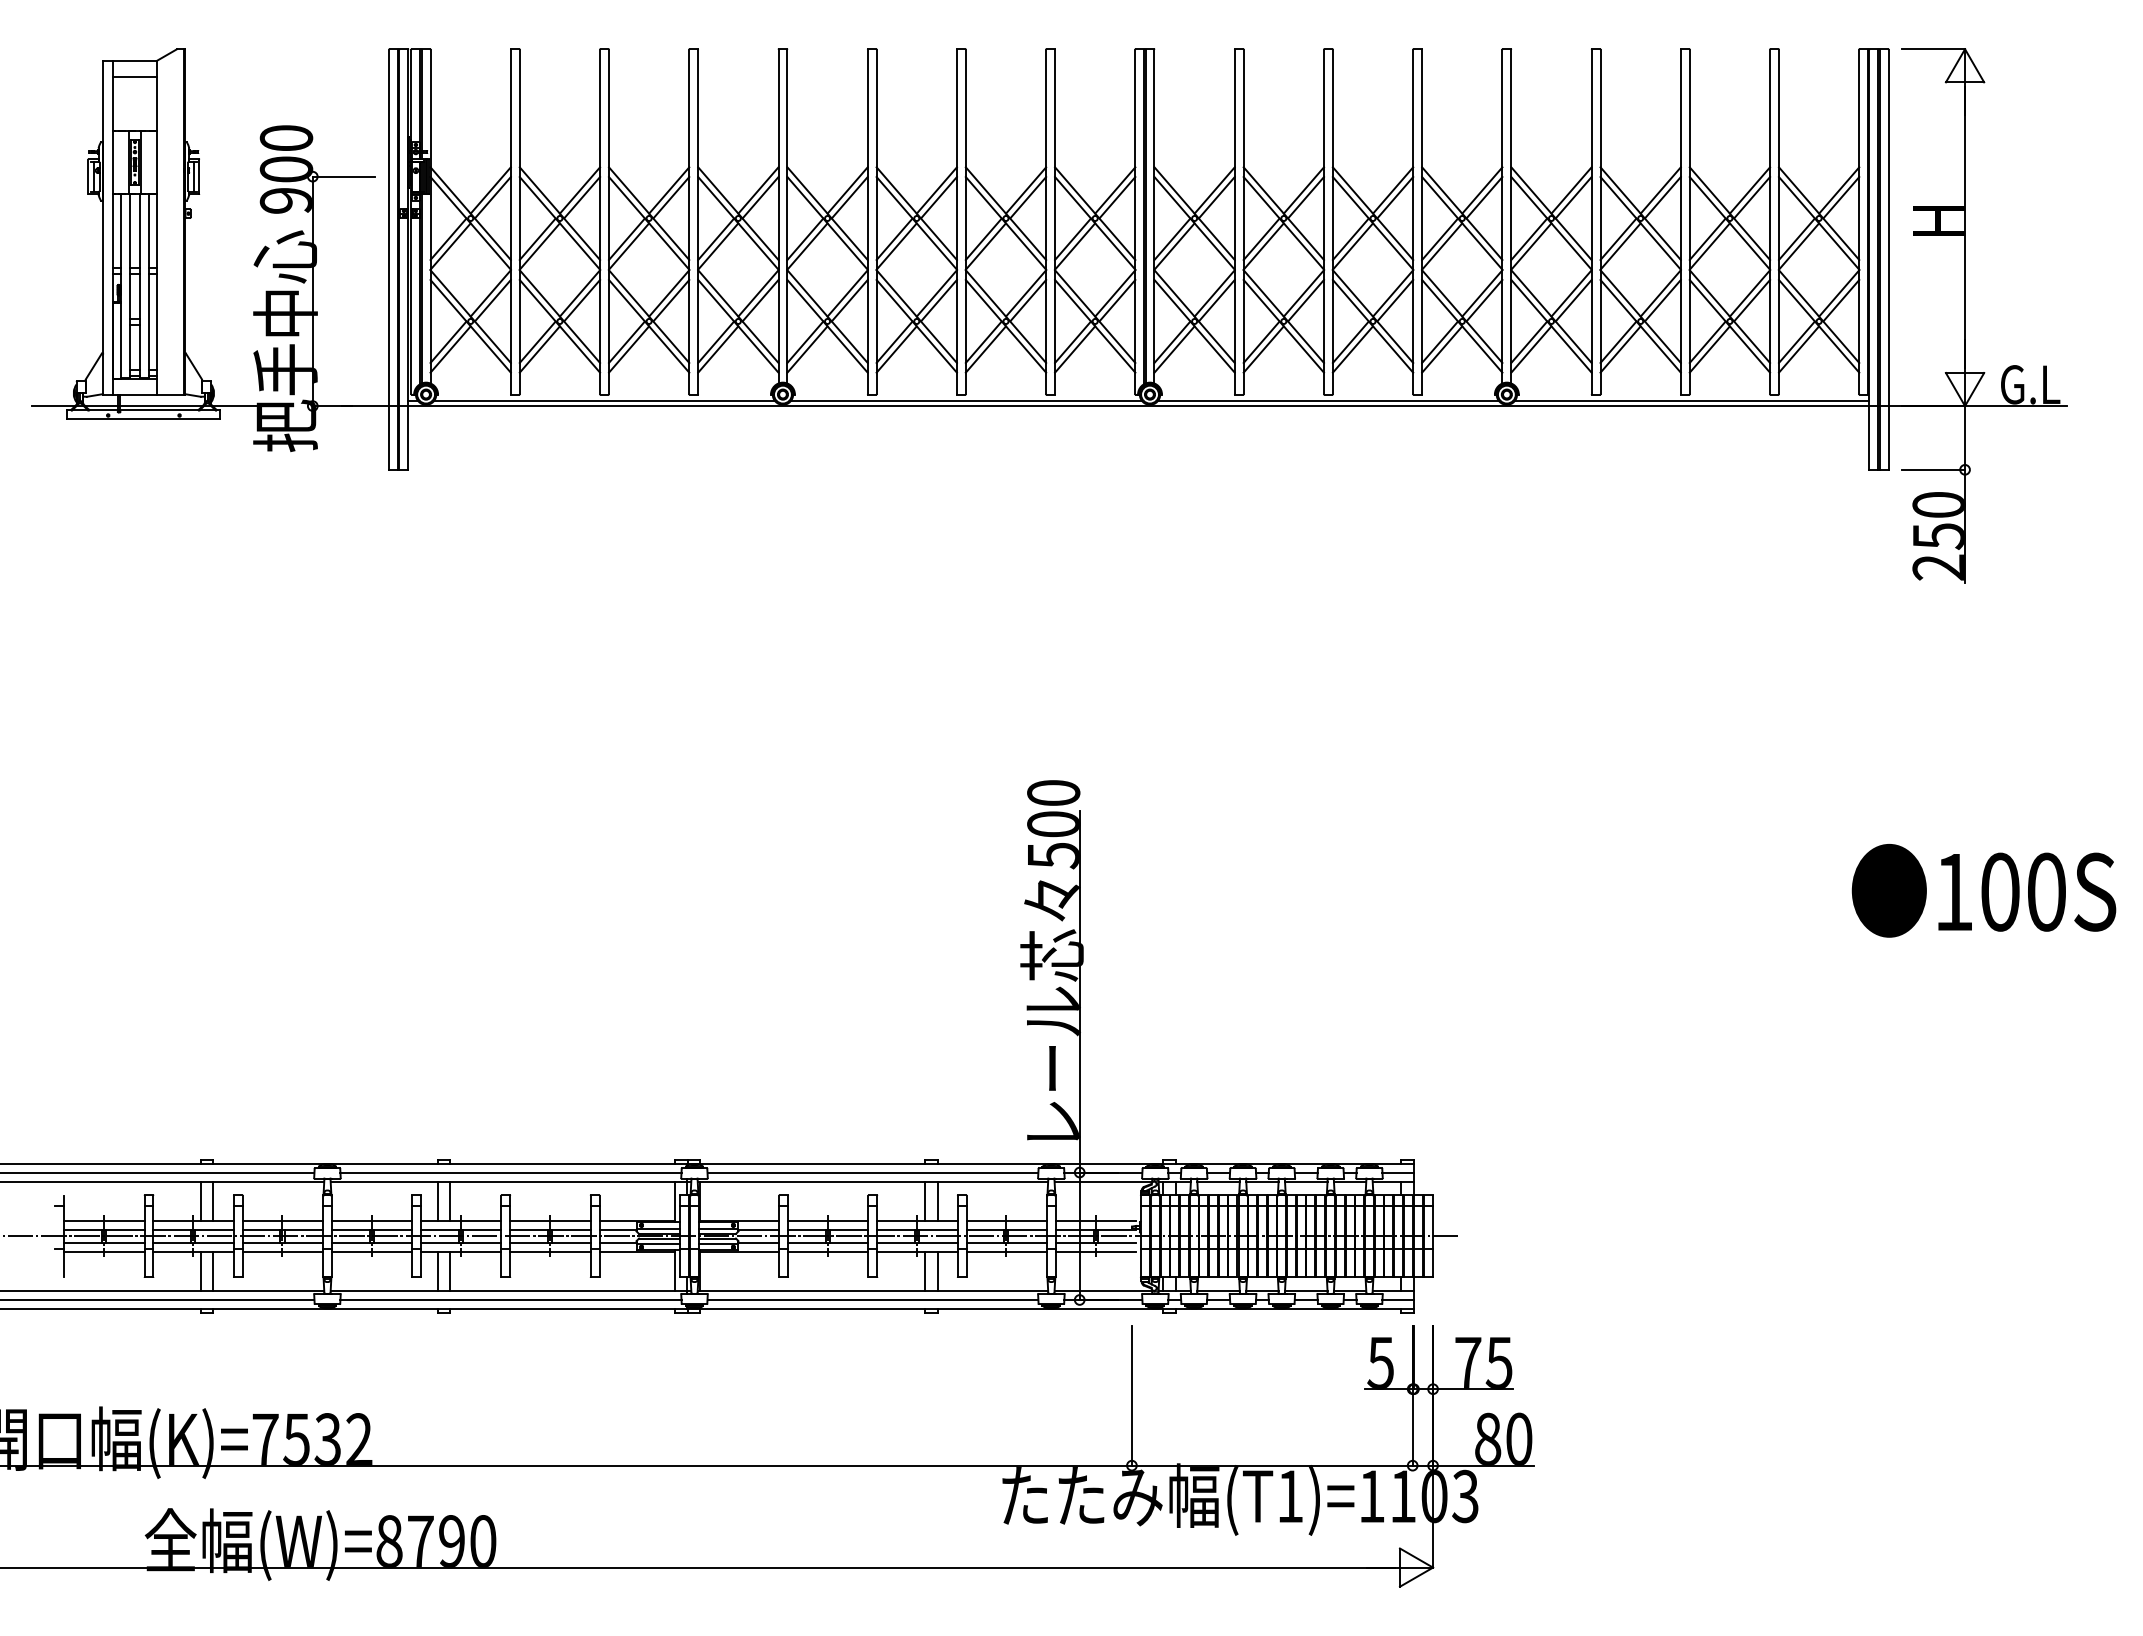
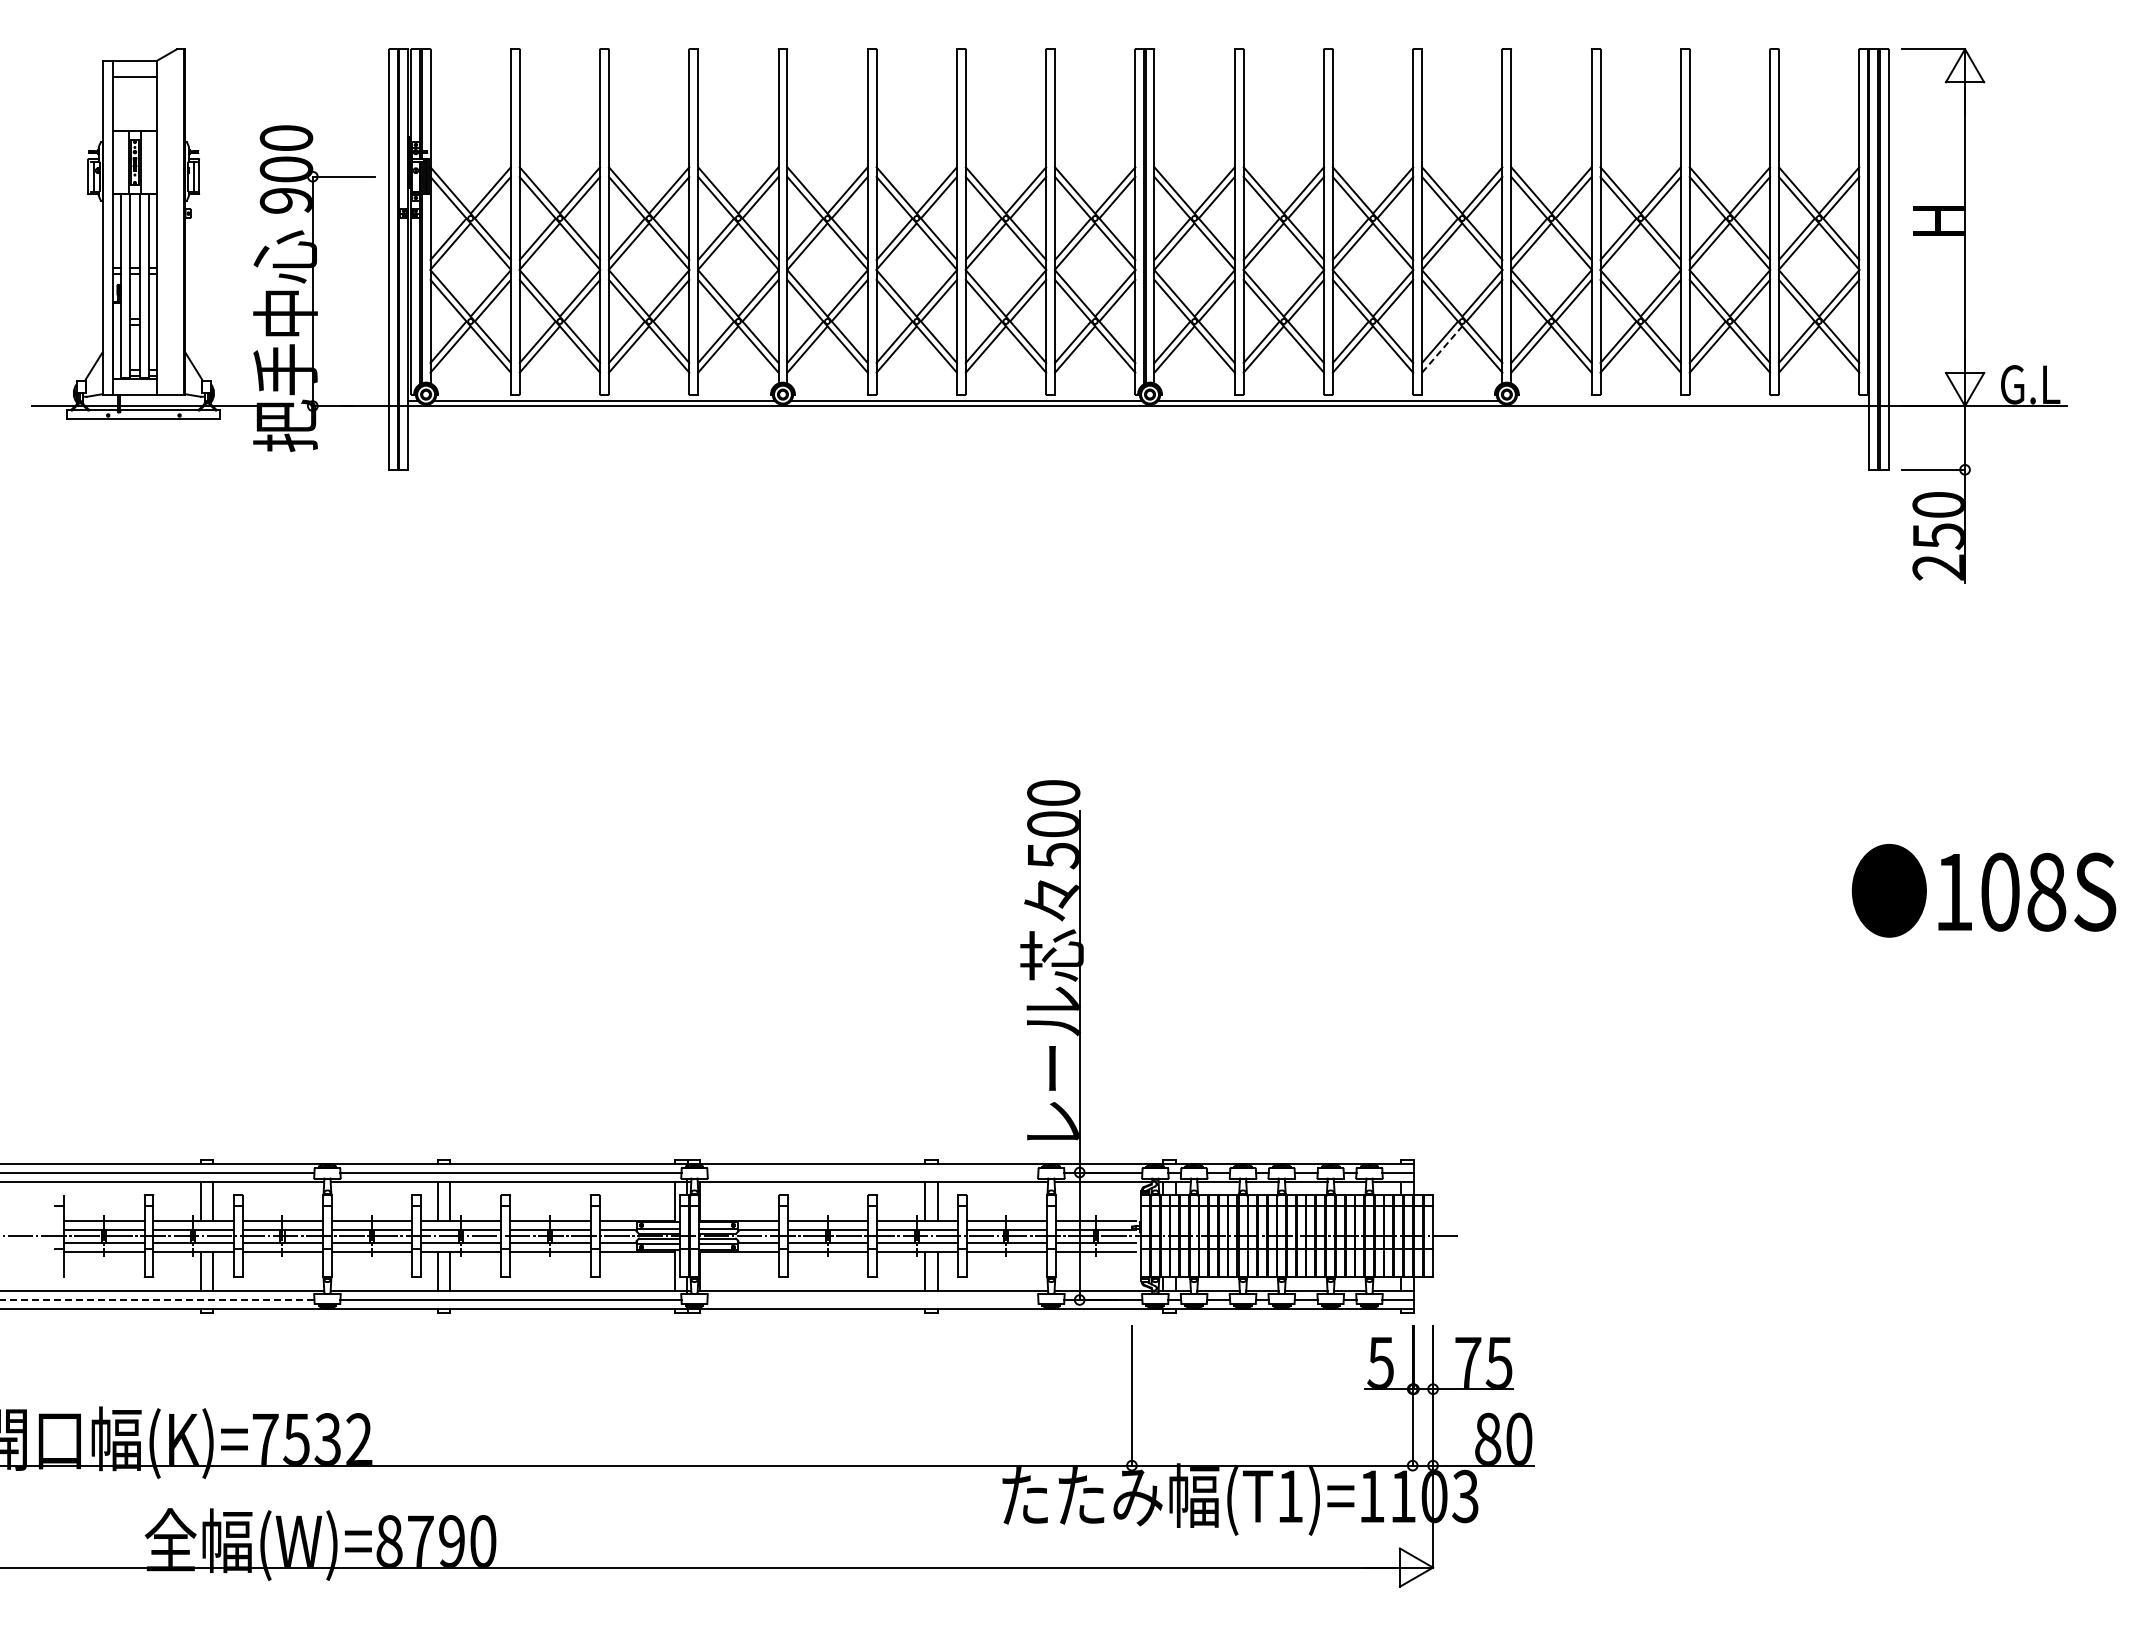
line at (1442, 349): solid -> dashed
line at (1691, 401): present -> none
text at (2046, 891): 100S -> 108S
line at (872, 1172): present -> none
line at (157, 1299): solid -> dashed
line at (872, 1299): present -> none
